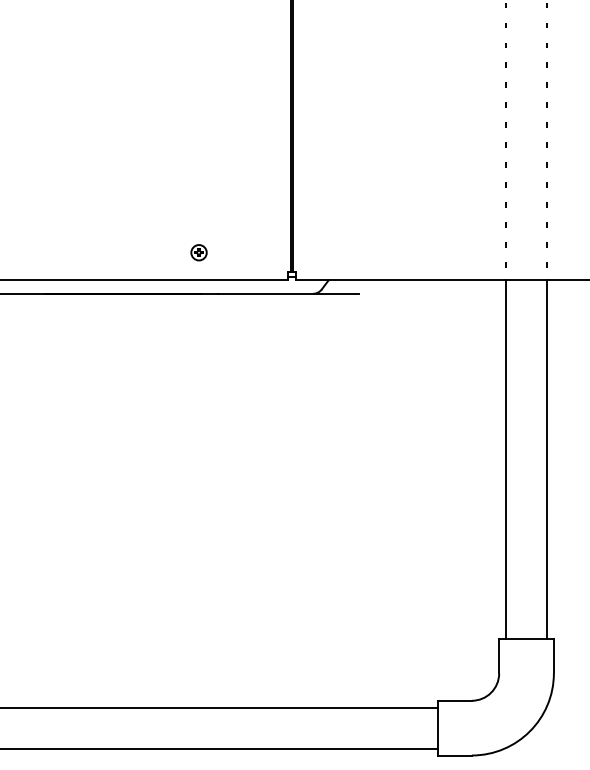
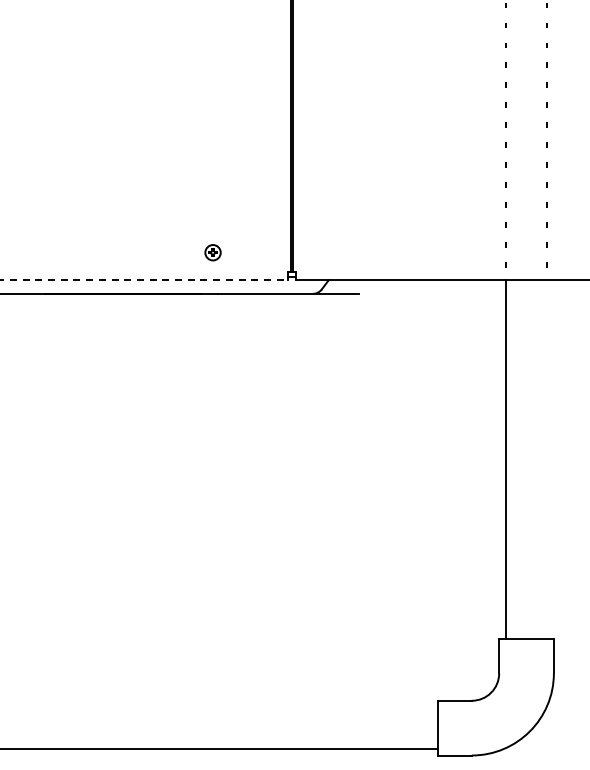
part at (198, 252) position: (198, 252) -> (212, 252)
line at (144, 279): solid -> dashed
line at (547, 459): present -> none
line at (219, 707): present -> none
